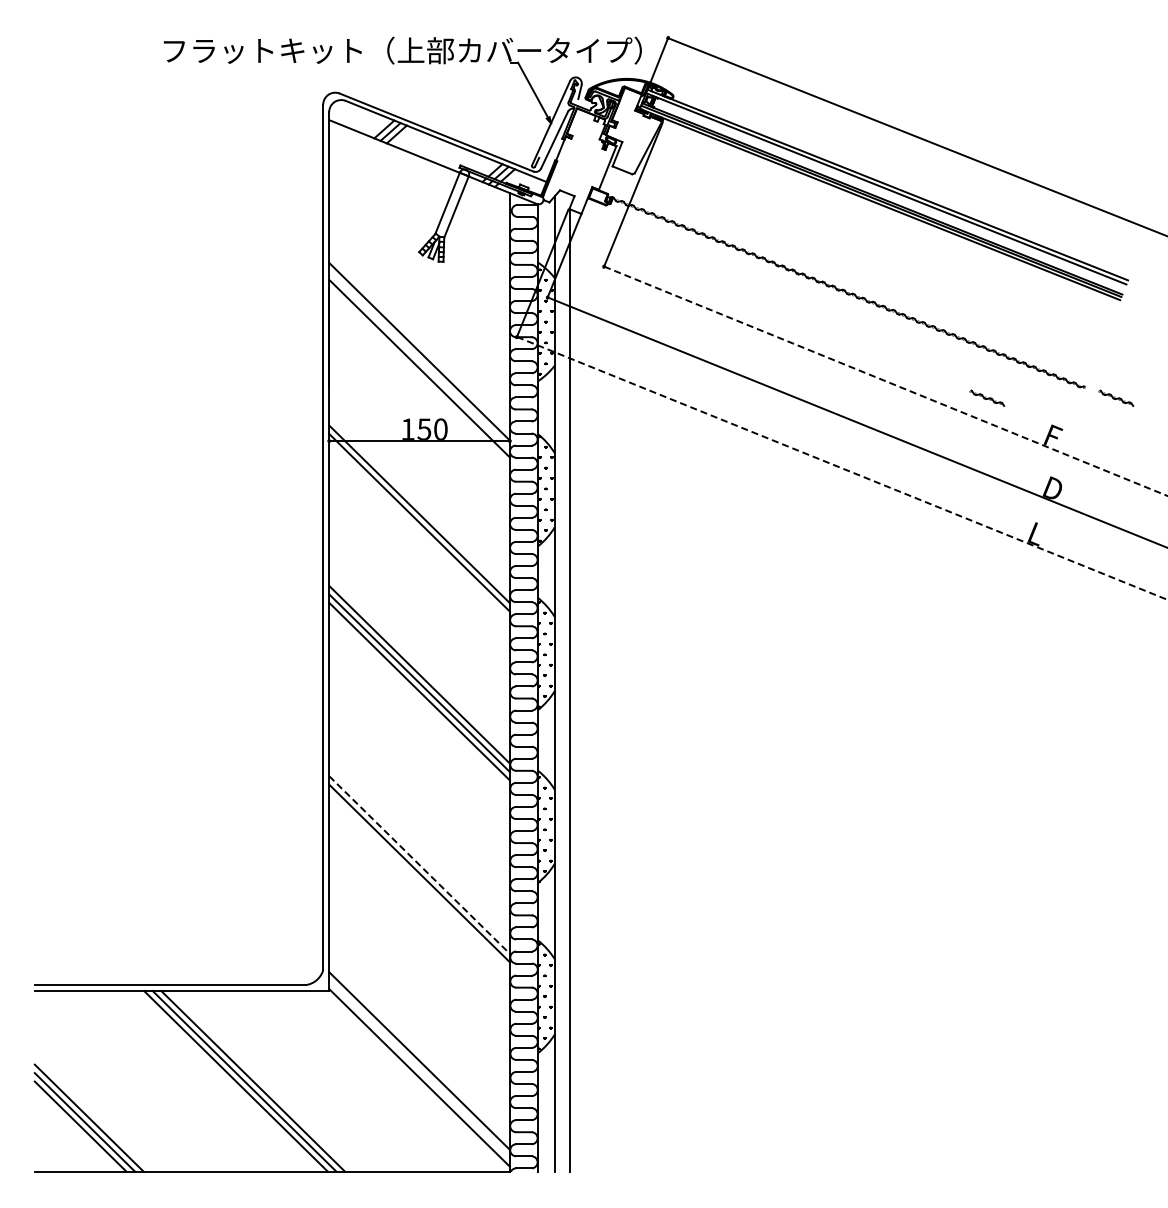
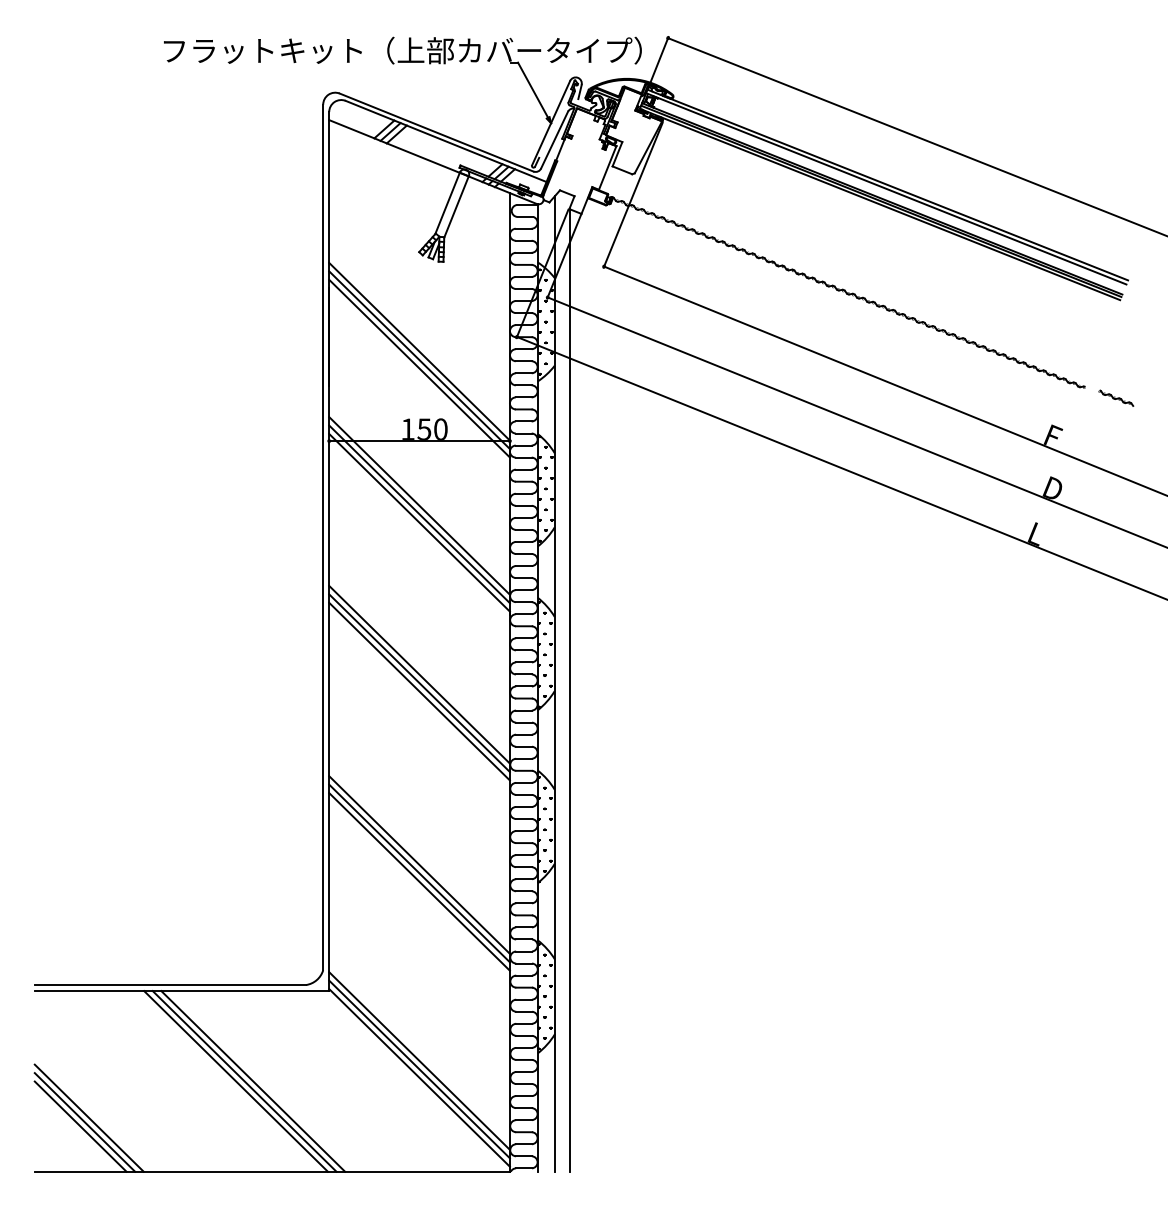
line at (419, 360): none -> present
line at (886, 381): dashed -> solid
part at (987, 397): present -> none
line at (842, 468): dashed -> solid
line at (419, 505): none -> present
line at (419, 865): dashed -> solid
line at (419, 881): none -> present
line at (419, 1069): none -> present
